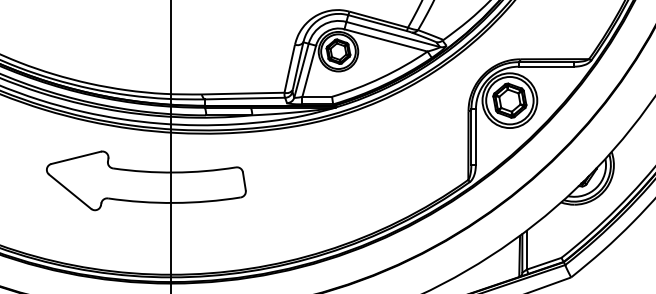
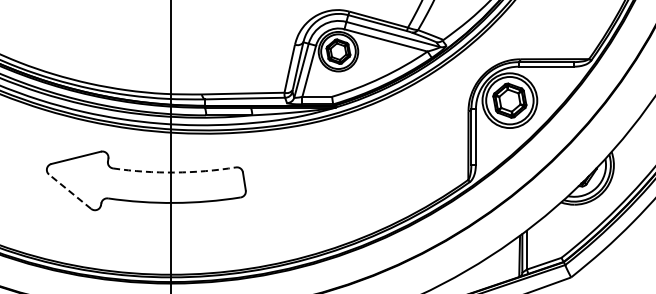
arc at (174, 172): solid -> dashed
line at (69, 191): solid -> dashed
